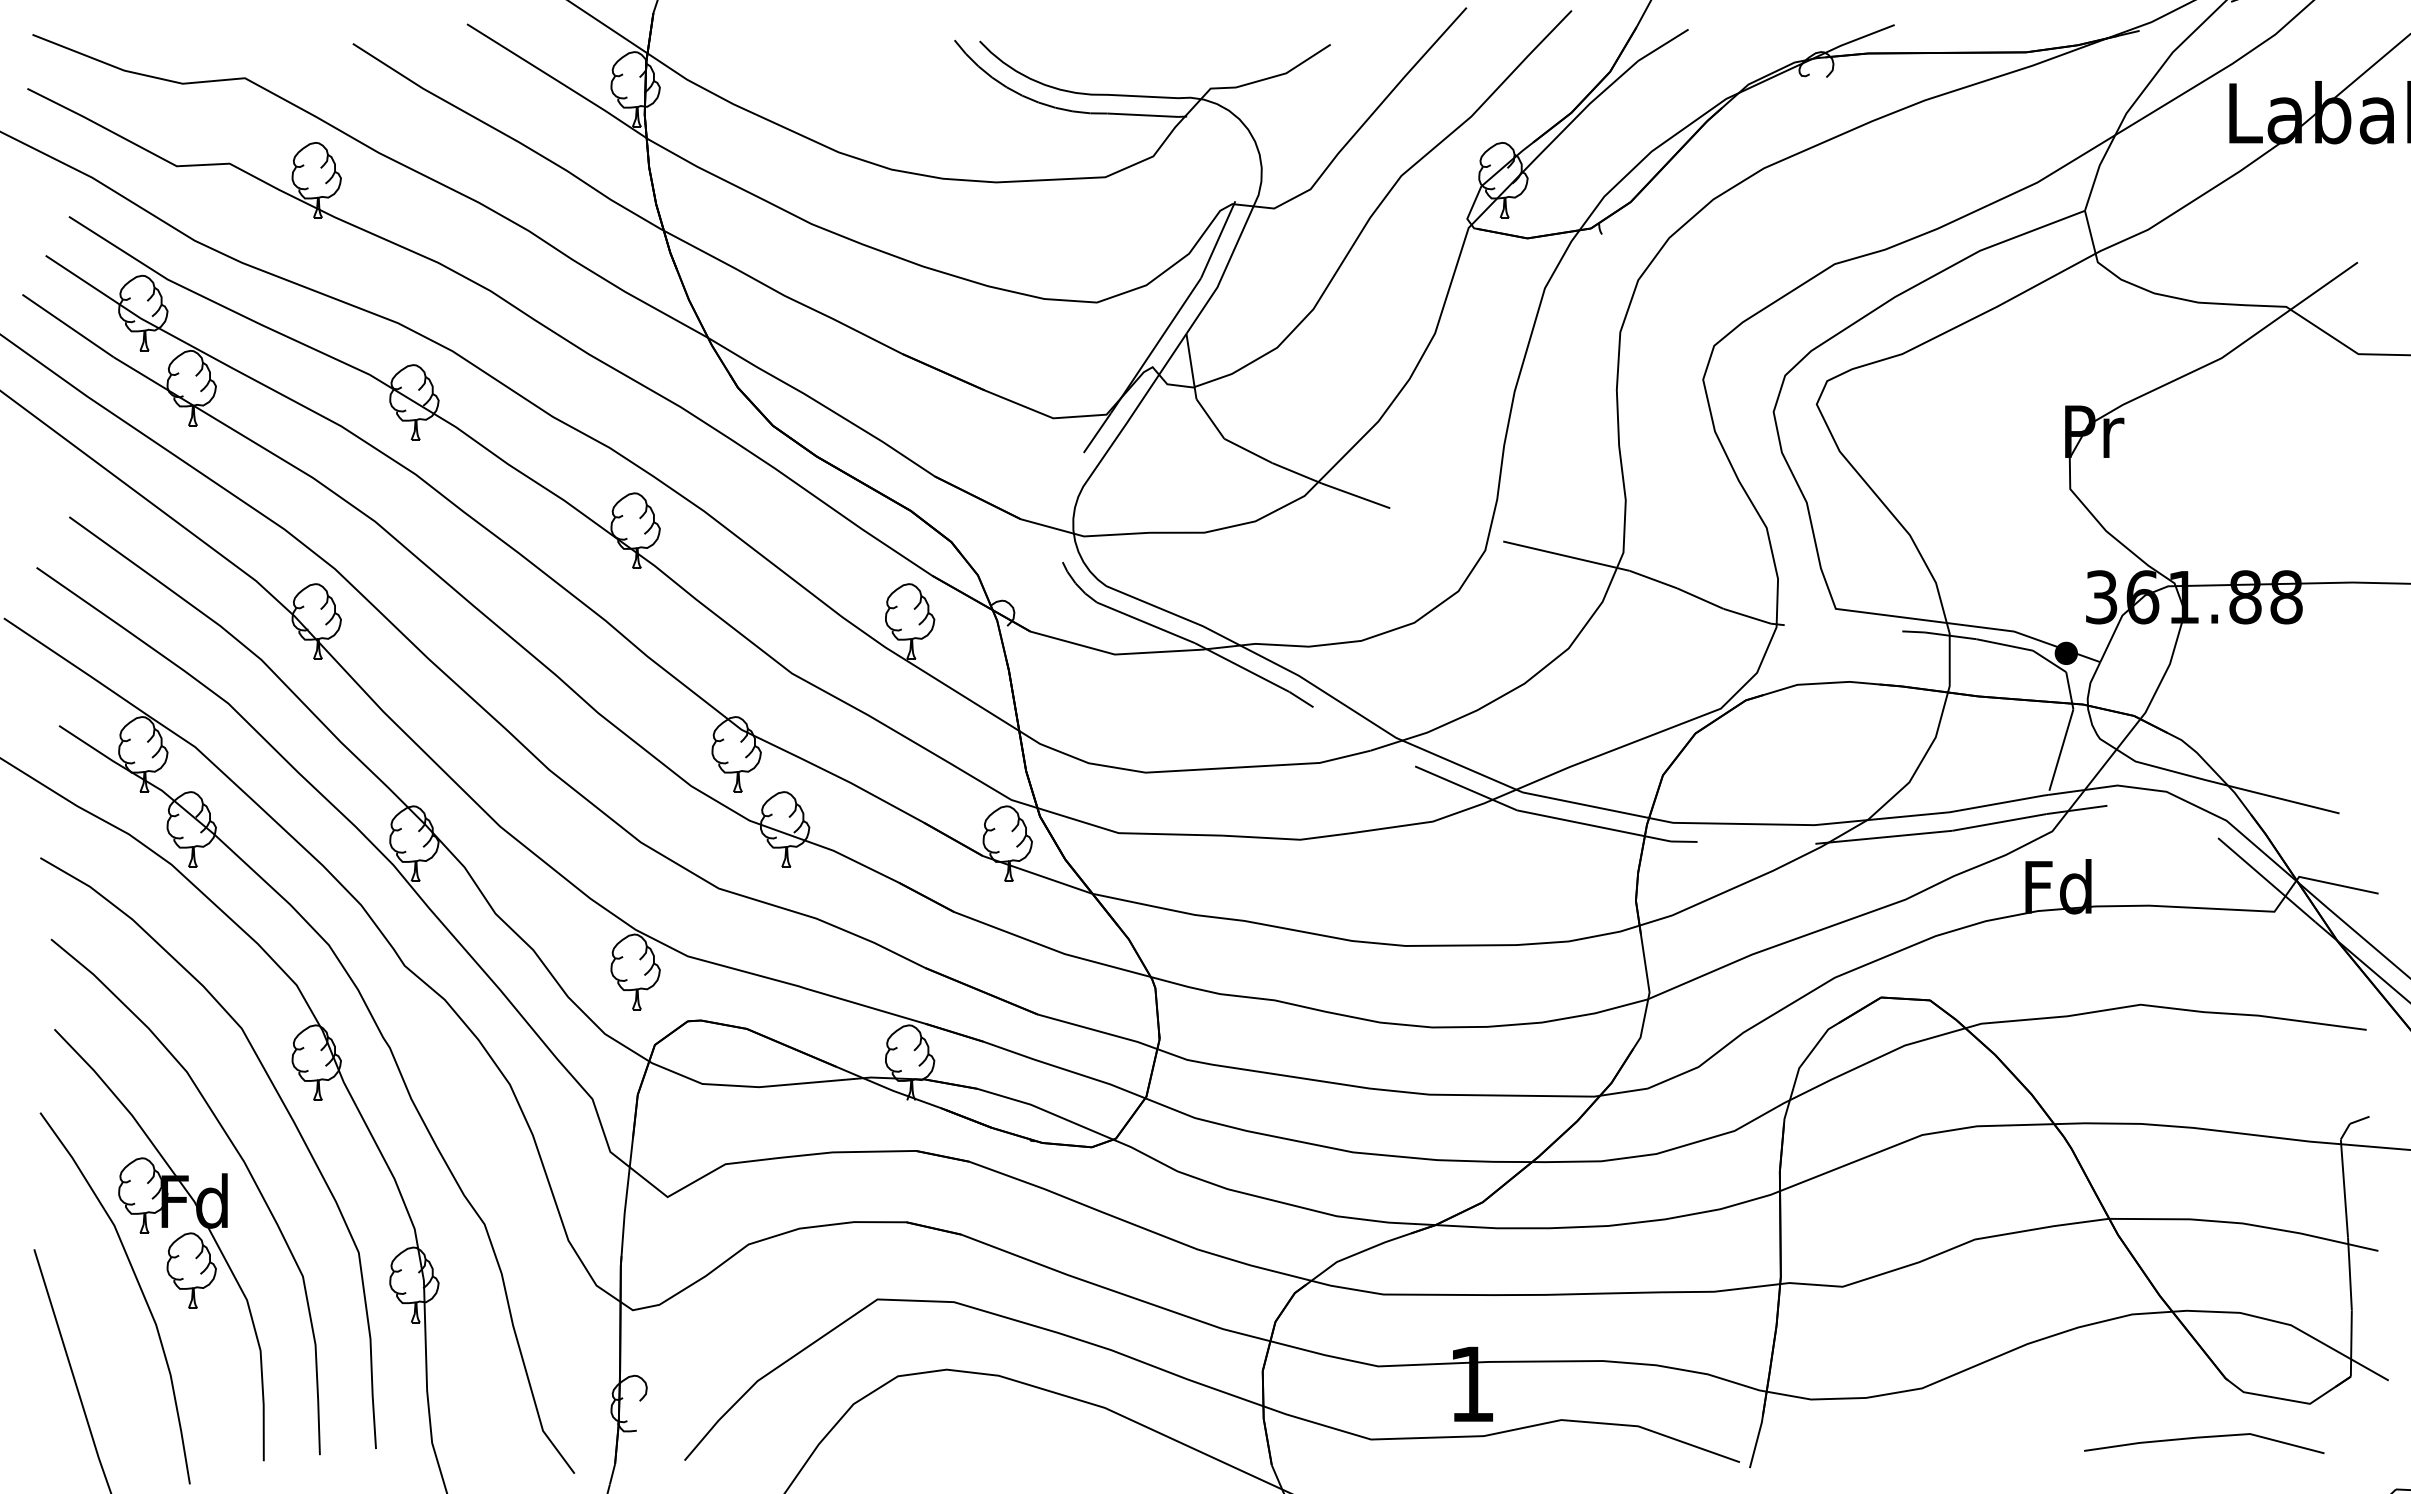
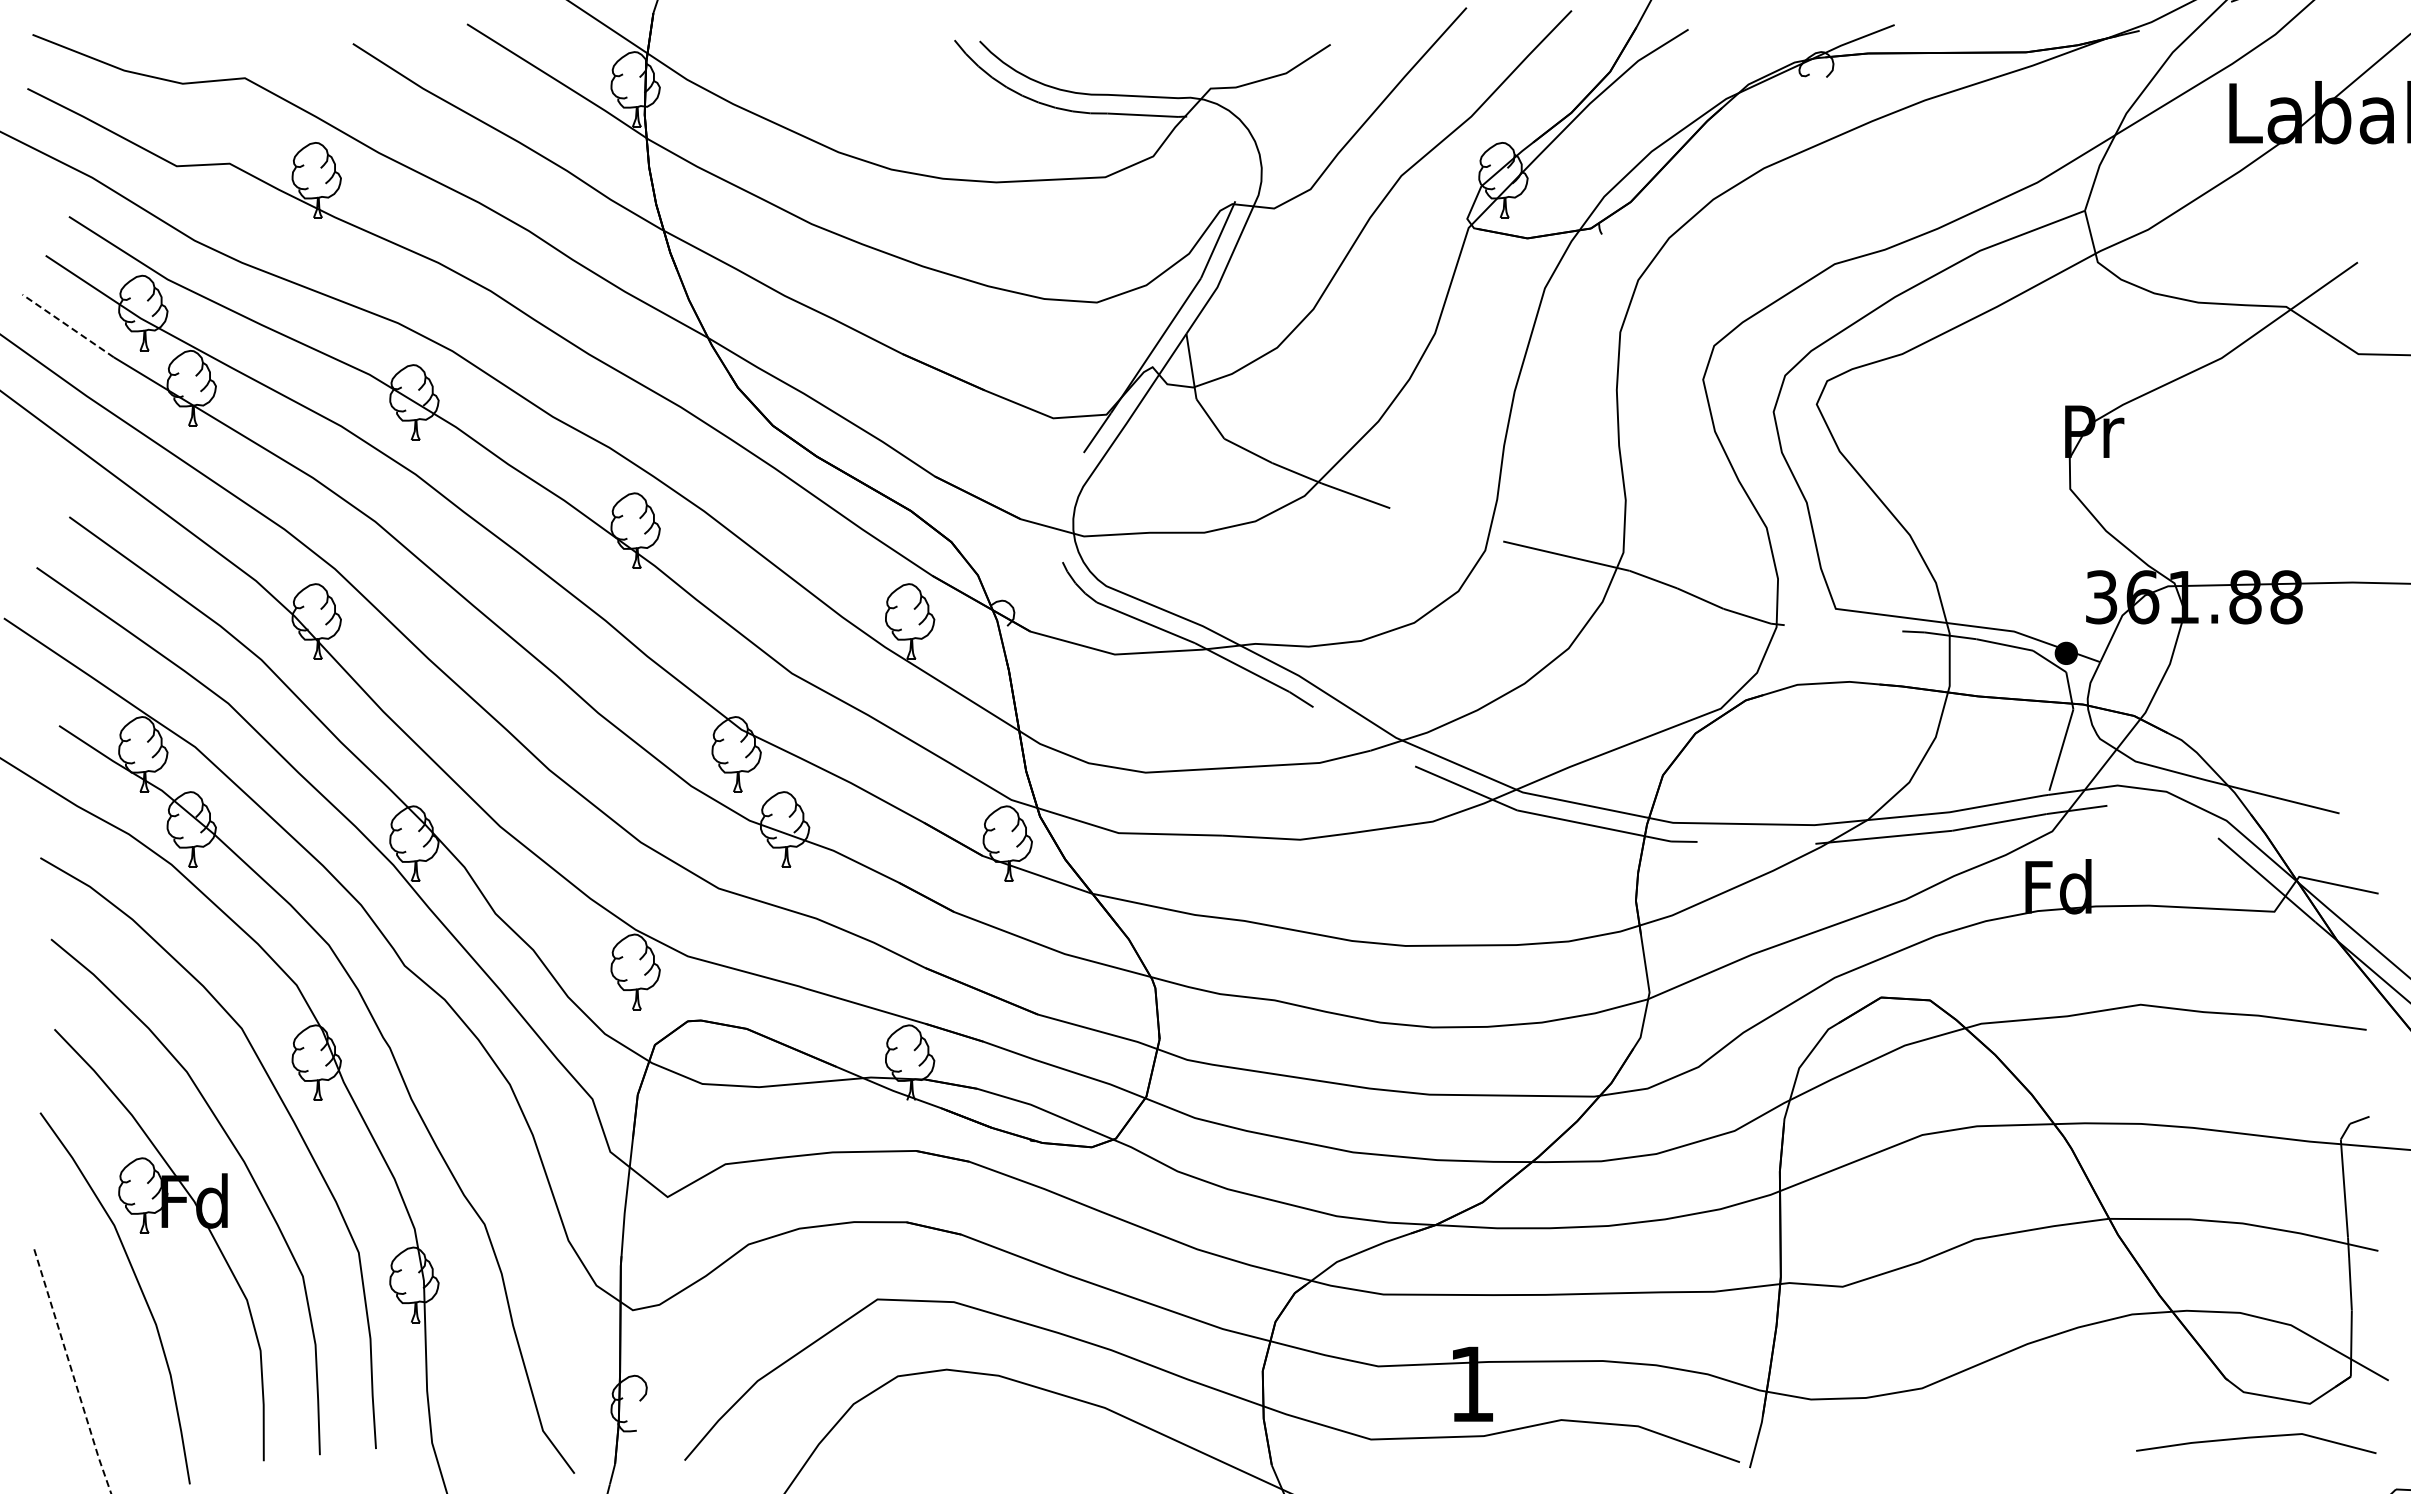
line at (67, 325): solid -> dashed
part at (191, 1270): present -> none
line at (72, 1372): solid -> dashed
line at (2203, 1438) position: (2203, 1438) -> (2255, 1438)
